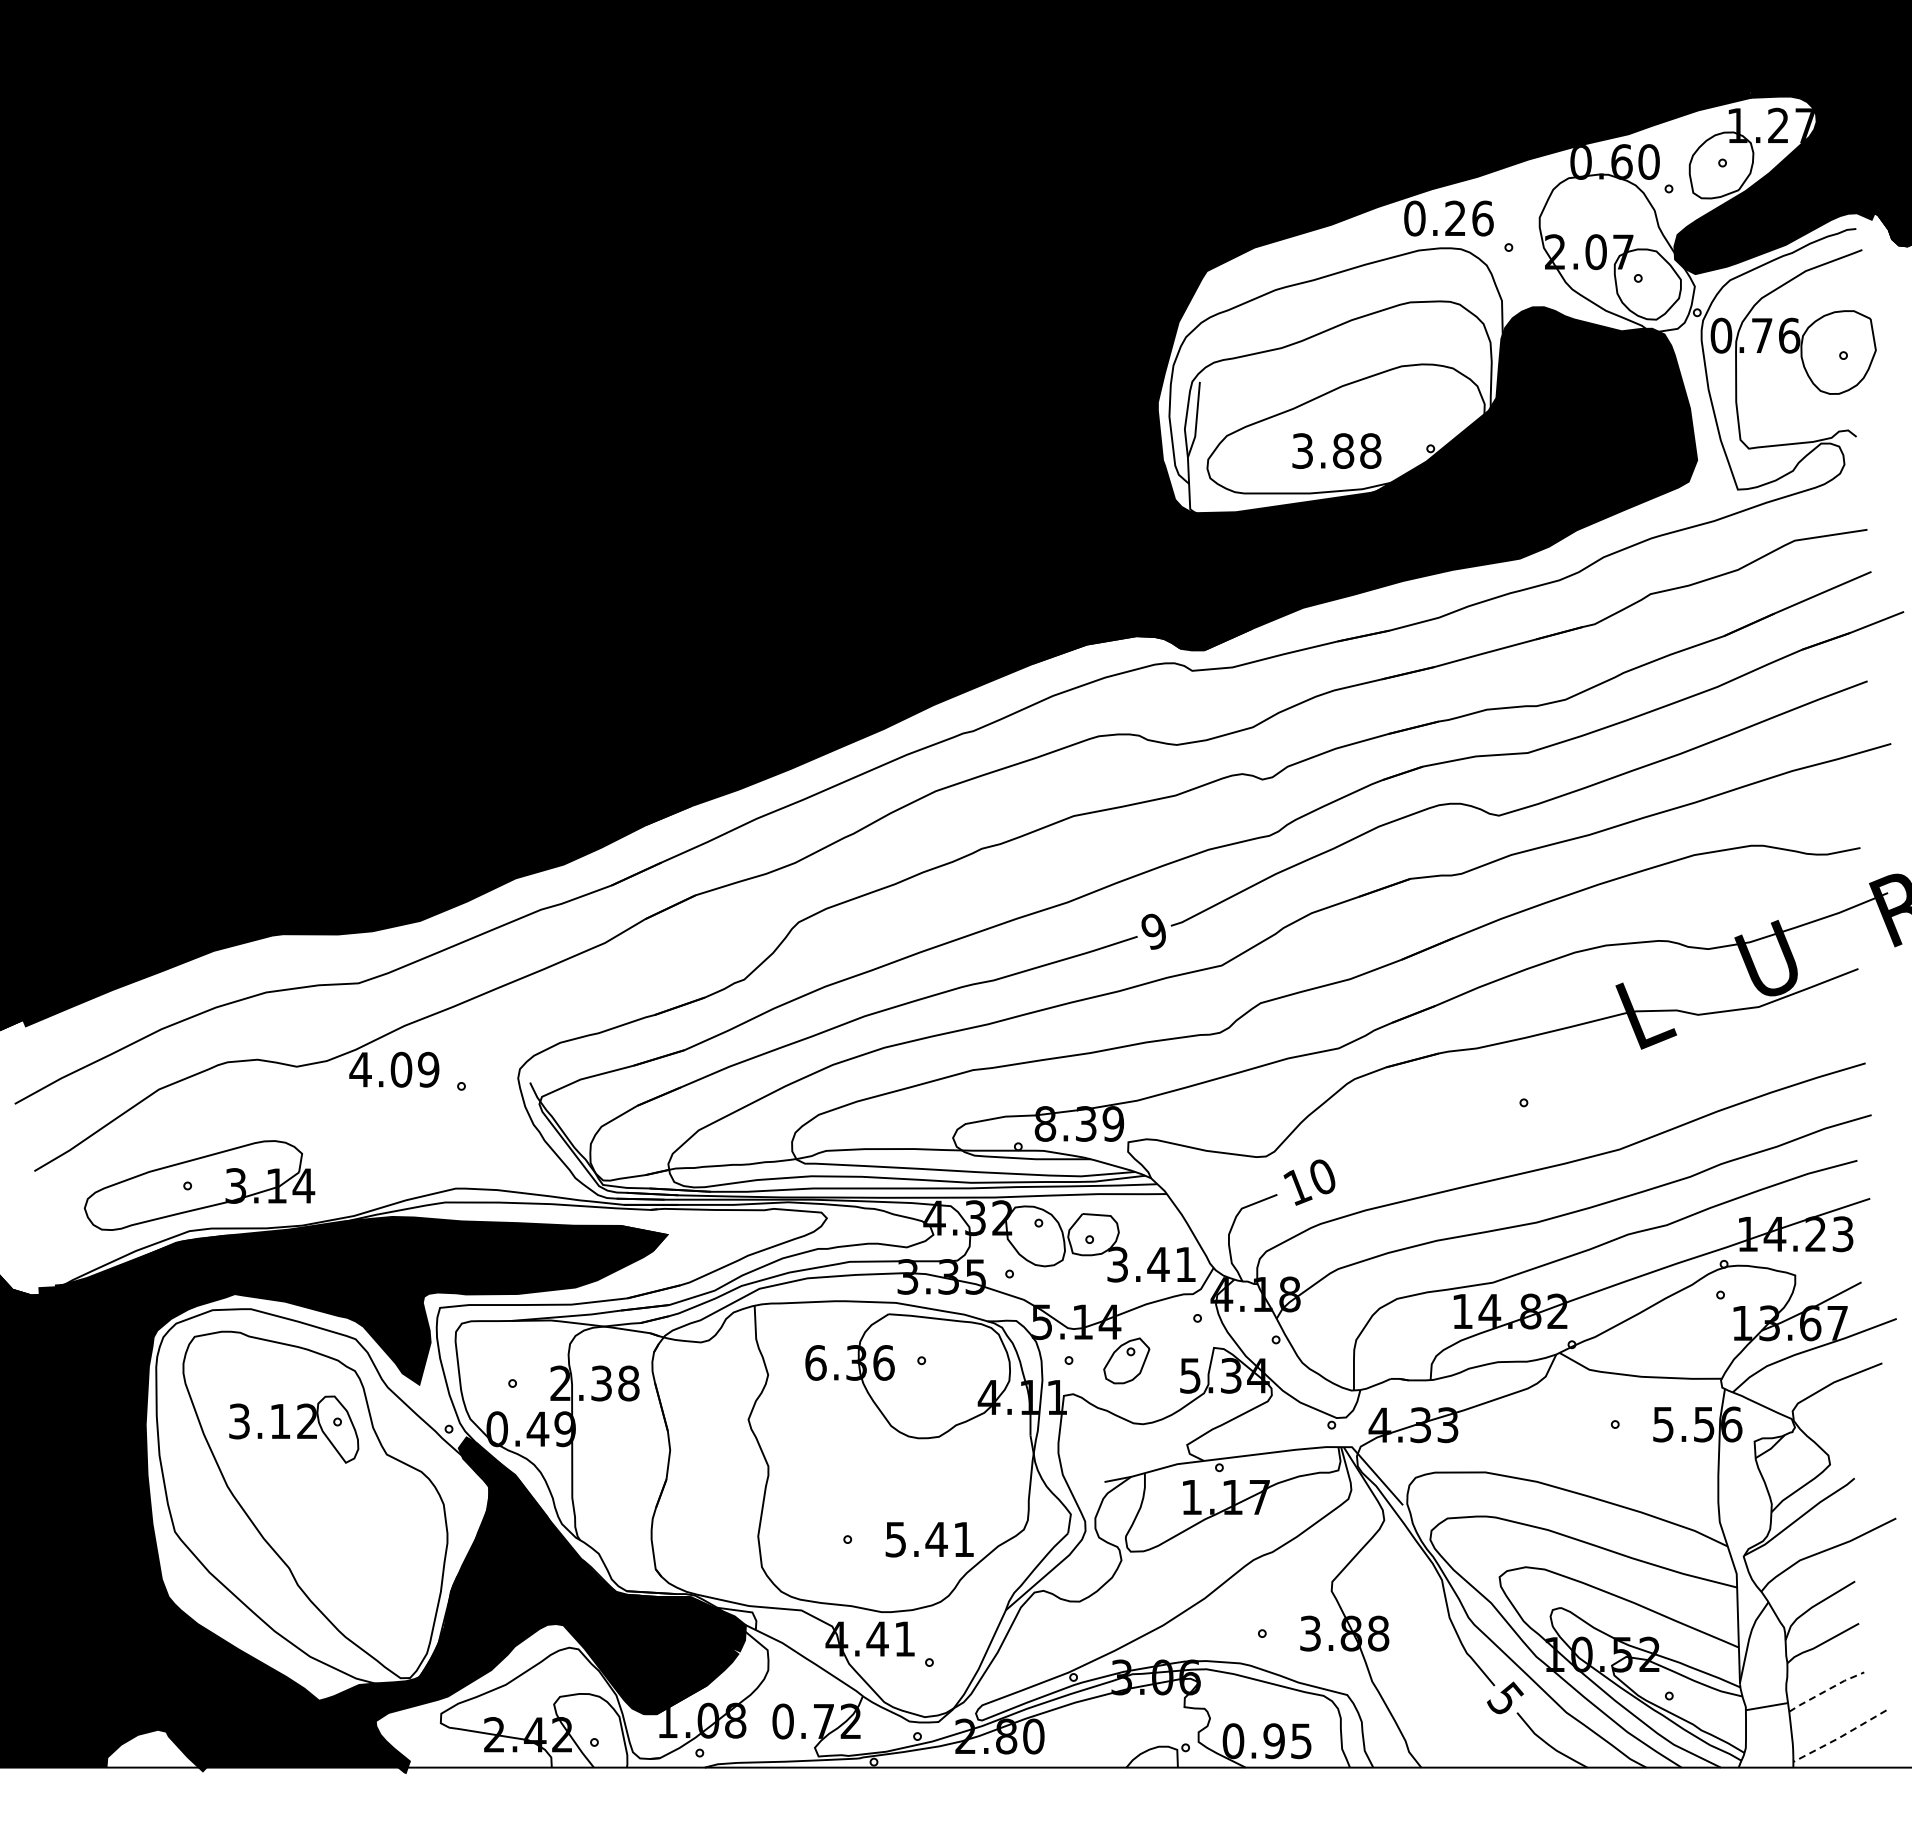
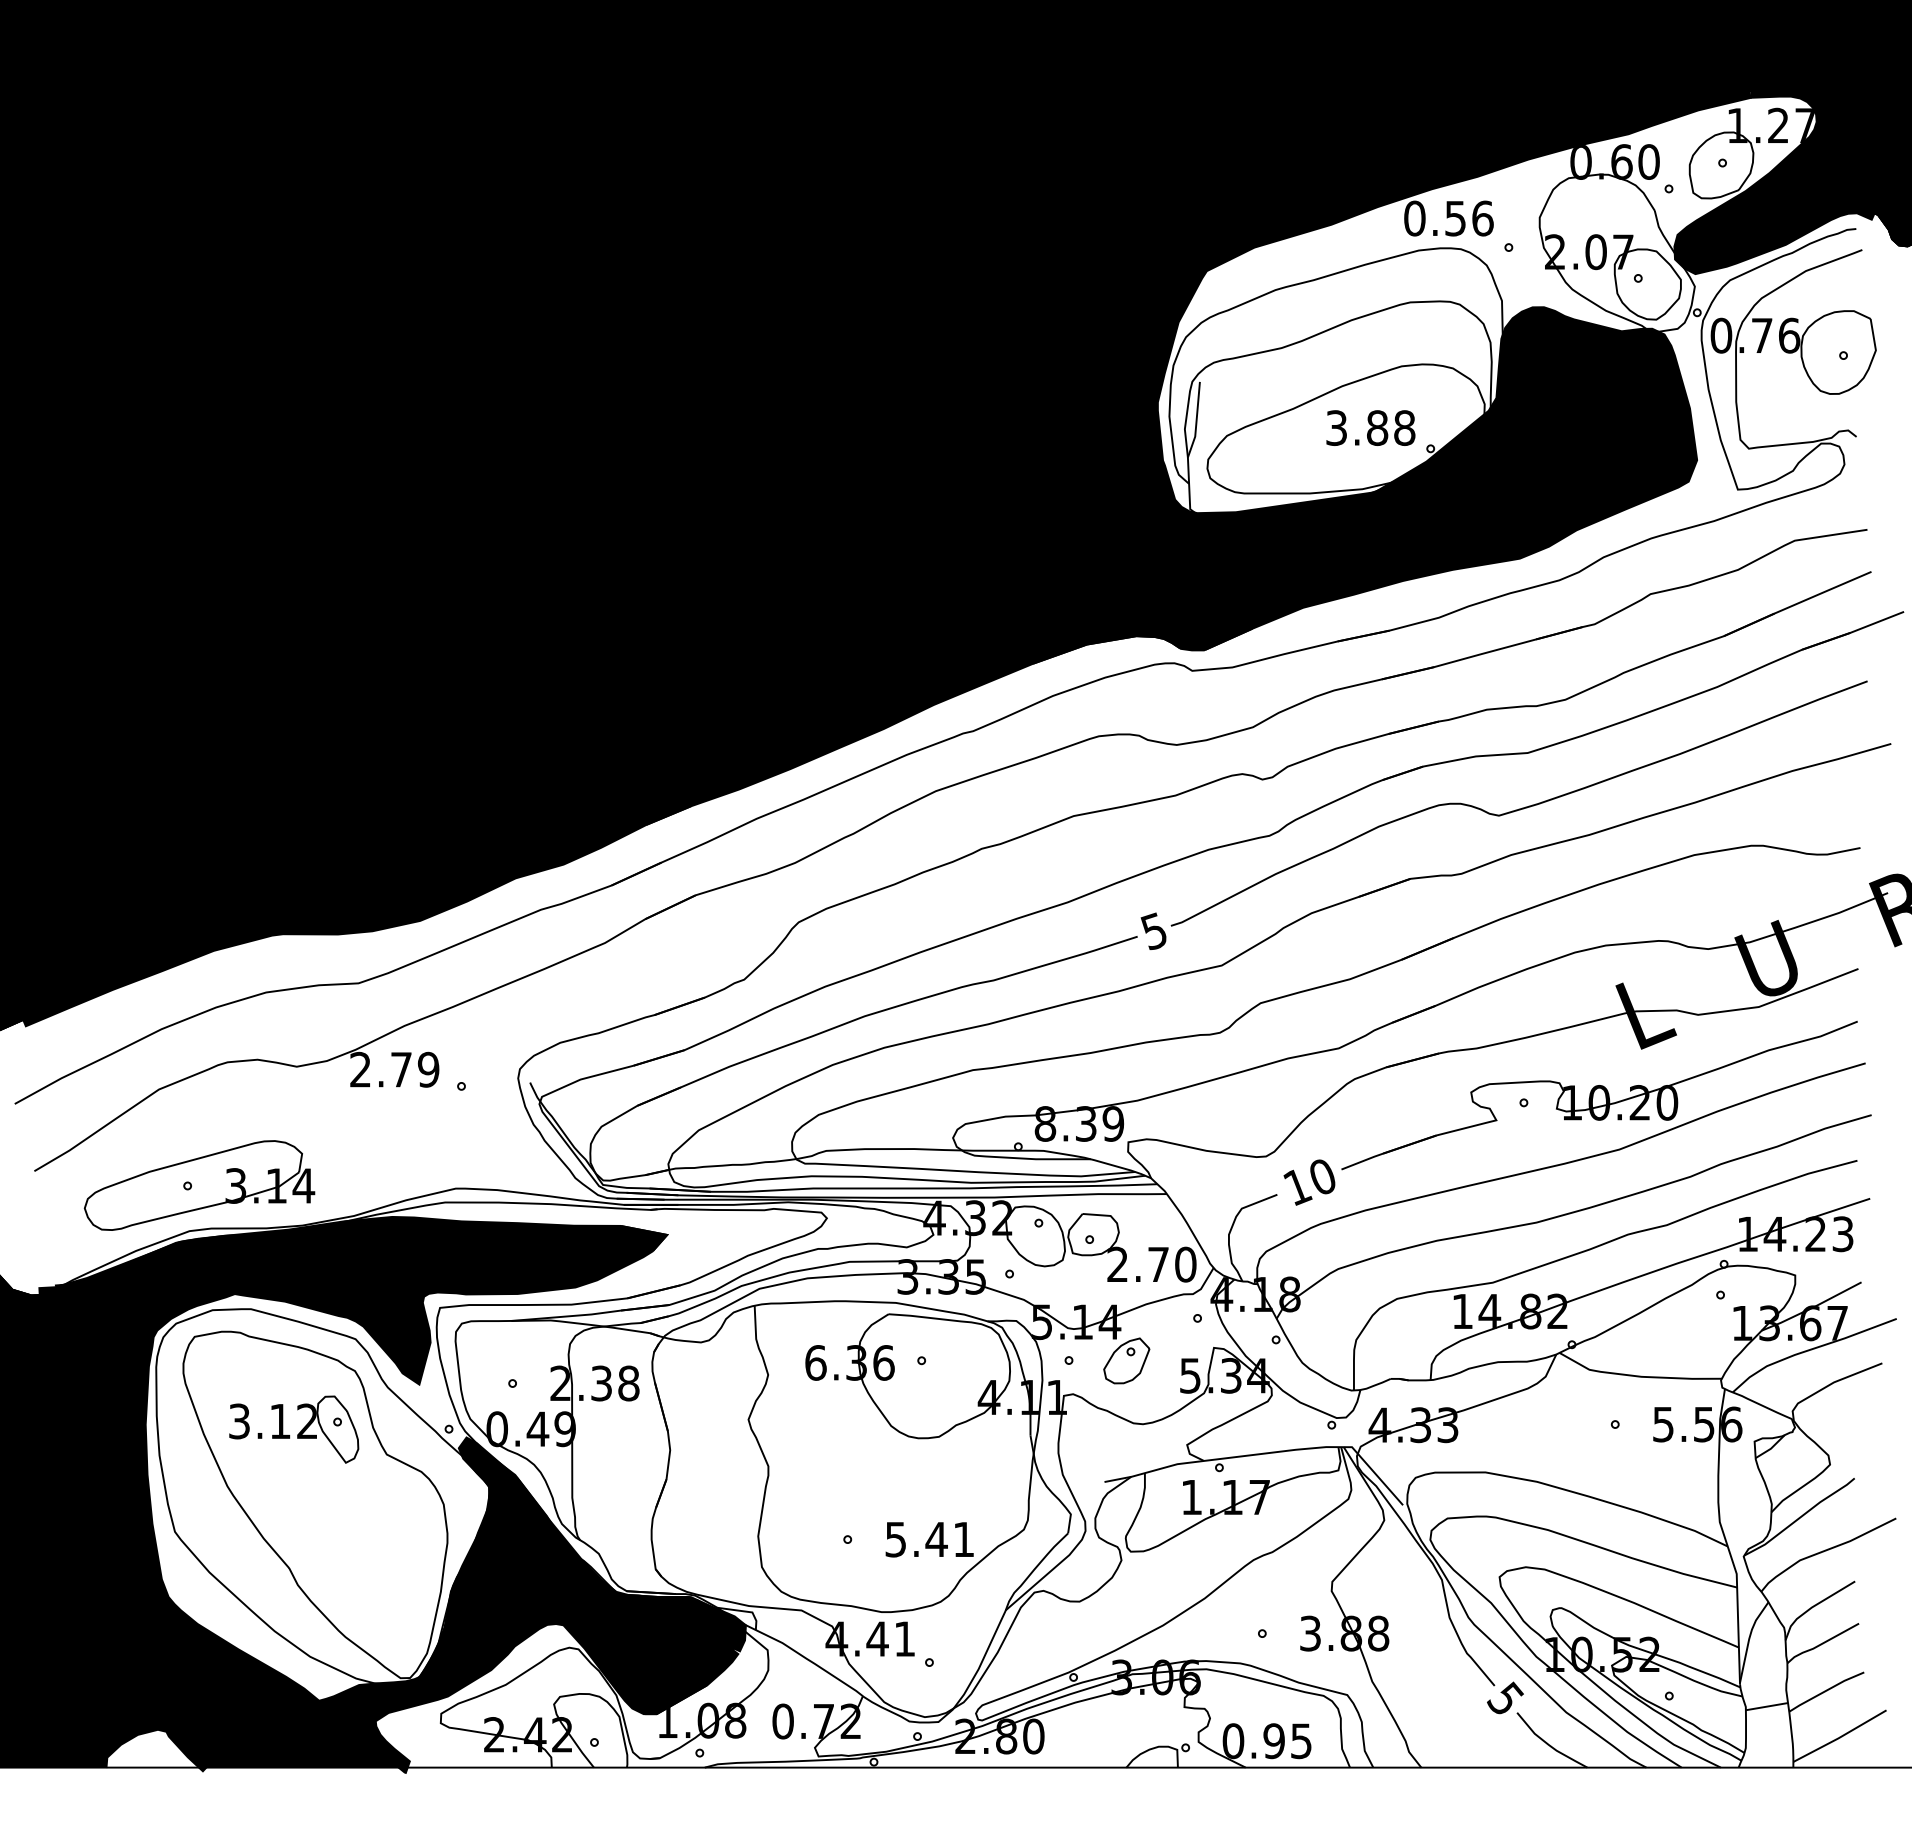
text at (1455, 218): 0.26 -> 0.56
text at (1336, 450) position: (1336, 450) -> (1370, 427)
text at (1153, 931): 9 -> 5
text at (380, 1069): 4.09 -> 2.79
part at (1599, 1095): none -> present
text at (1151, 1264): 3.41 -> 2.70
line at (1826, 1690): dashed -> solid
line at (1840, 1737): dashed -> solid
